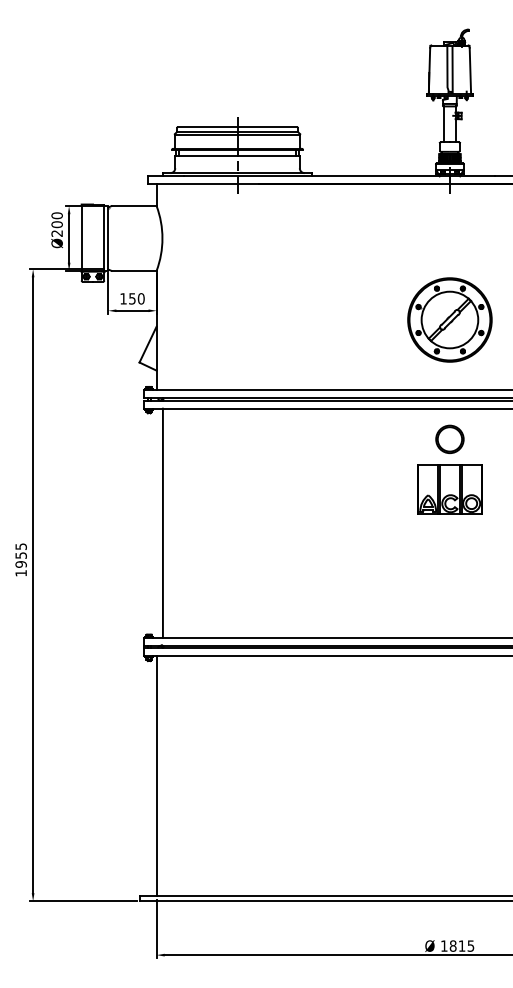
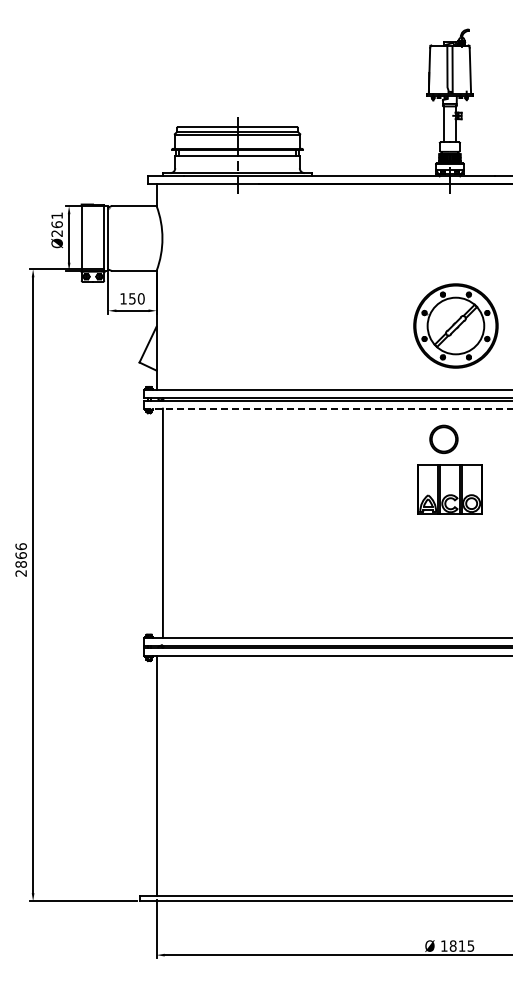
text at (56, 219): Ø200 -> Ø261
part at (449, 319) position: (449, 319) -> (455, 325)
line at (327, 408): solid -> dashed
part at (449, 438) position: (449, 438) -> (443, 438)
text at (20, 559): 1955 -> 2866
